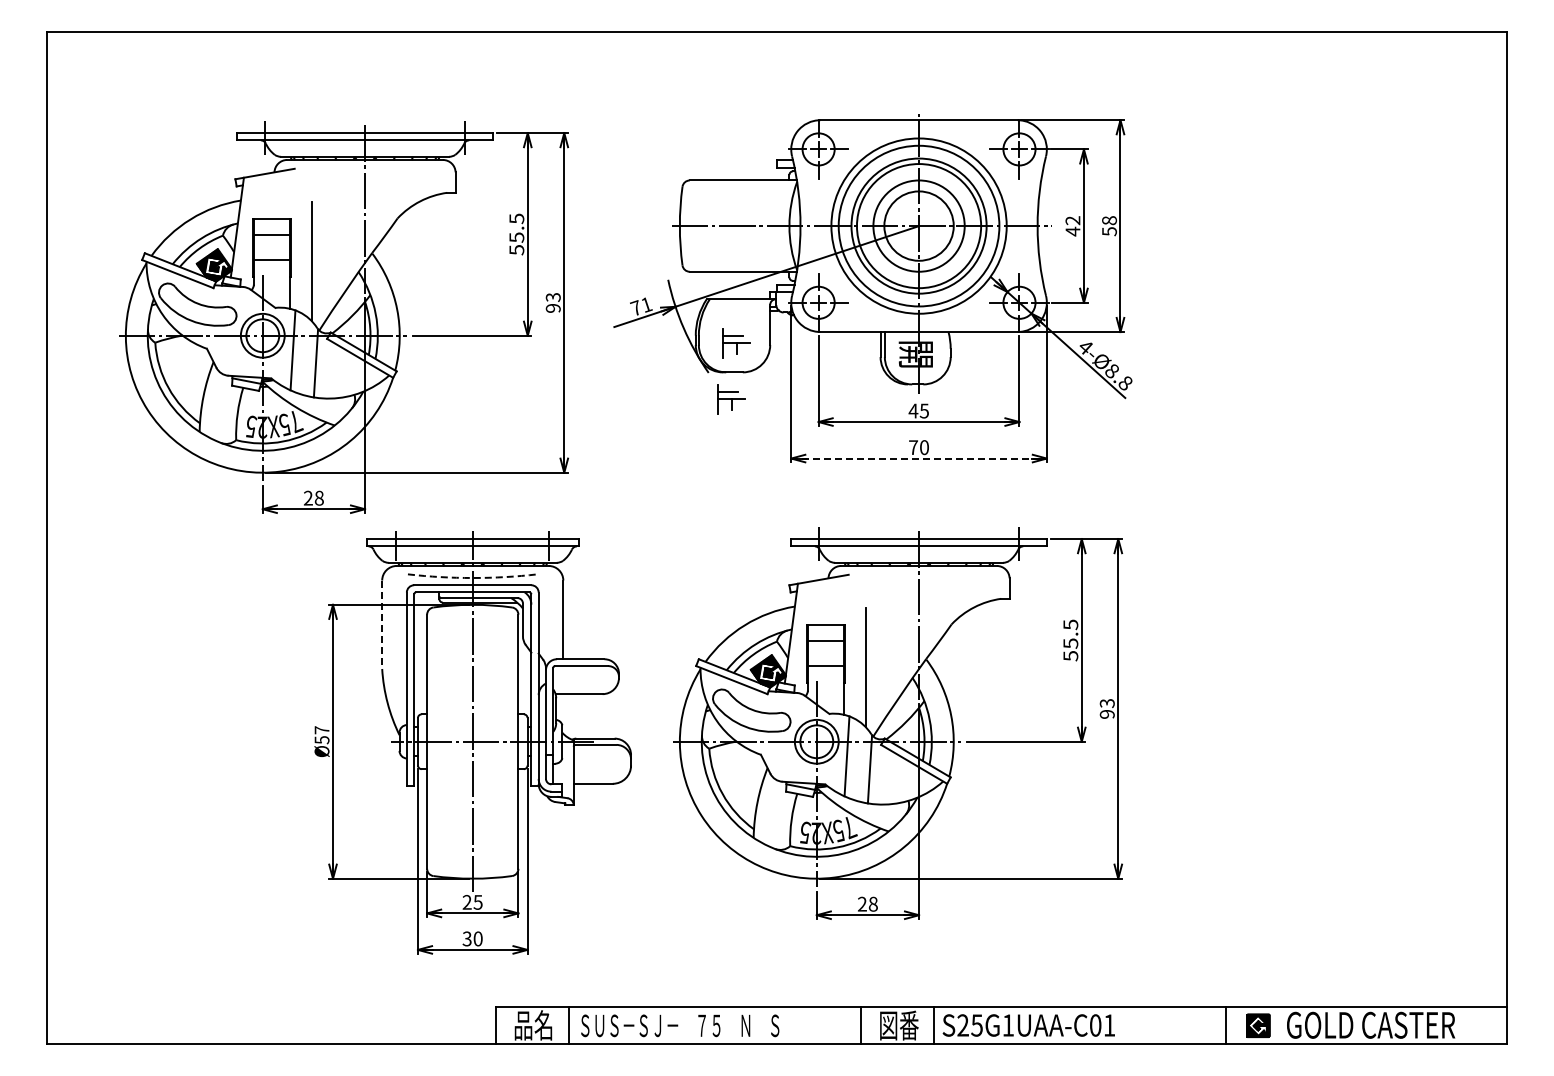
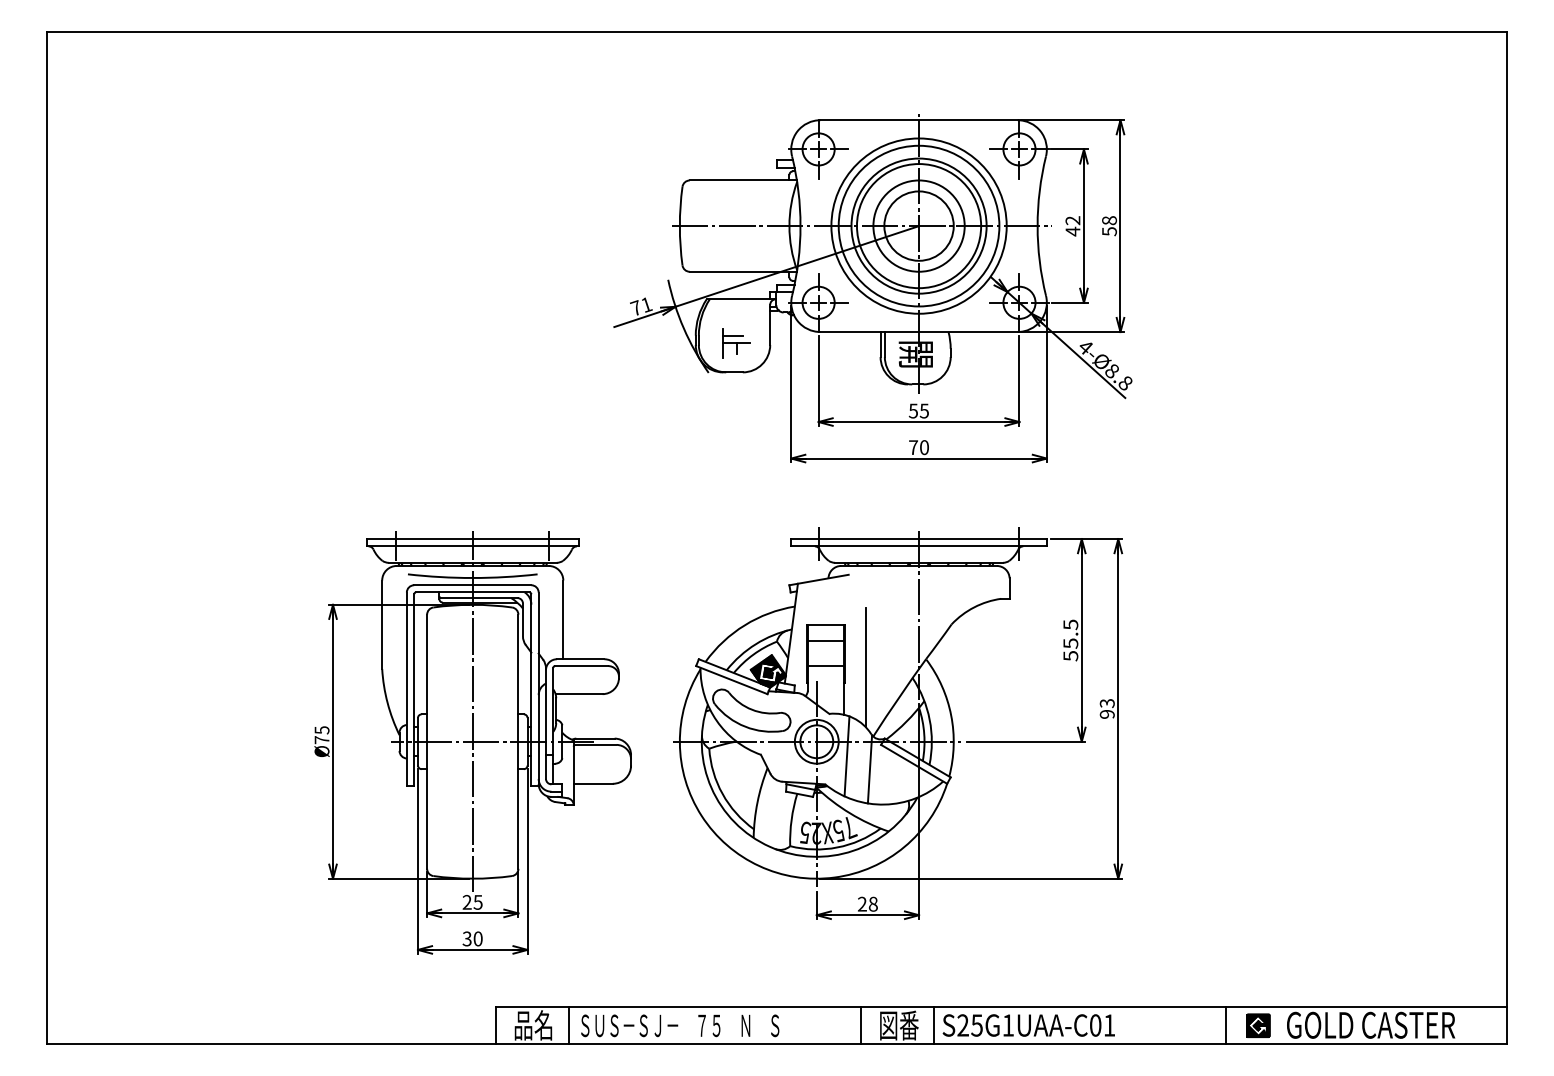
part at (344, 317): present -> none
part at (731, 399): present -> none
text at (913, 410): 45 -> 55
line at (919, 458): dashed -> solid
arc at (472, 578): dashed -> solid
line at (382, 625): dashed -> solid
text at (321, 735): Ø57 -> Ø75
